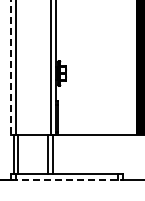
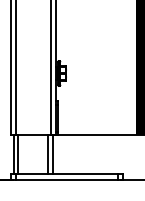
line at (11, 67): dashed -> solid
line at (66, 179): dashed -> solid
